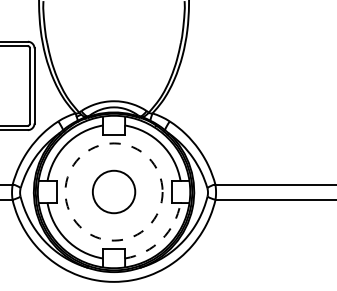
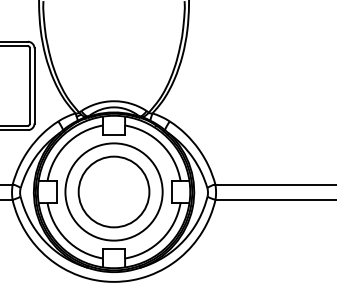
circle at (113, 191) diameter: 42 px -> 71 px
circle at (113, 191): dashed -> solid
arc at (161, 239): dashed -> solid
